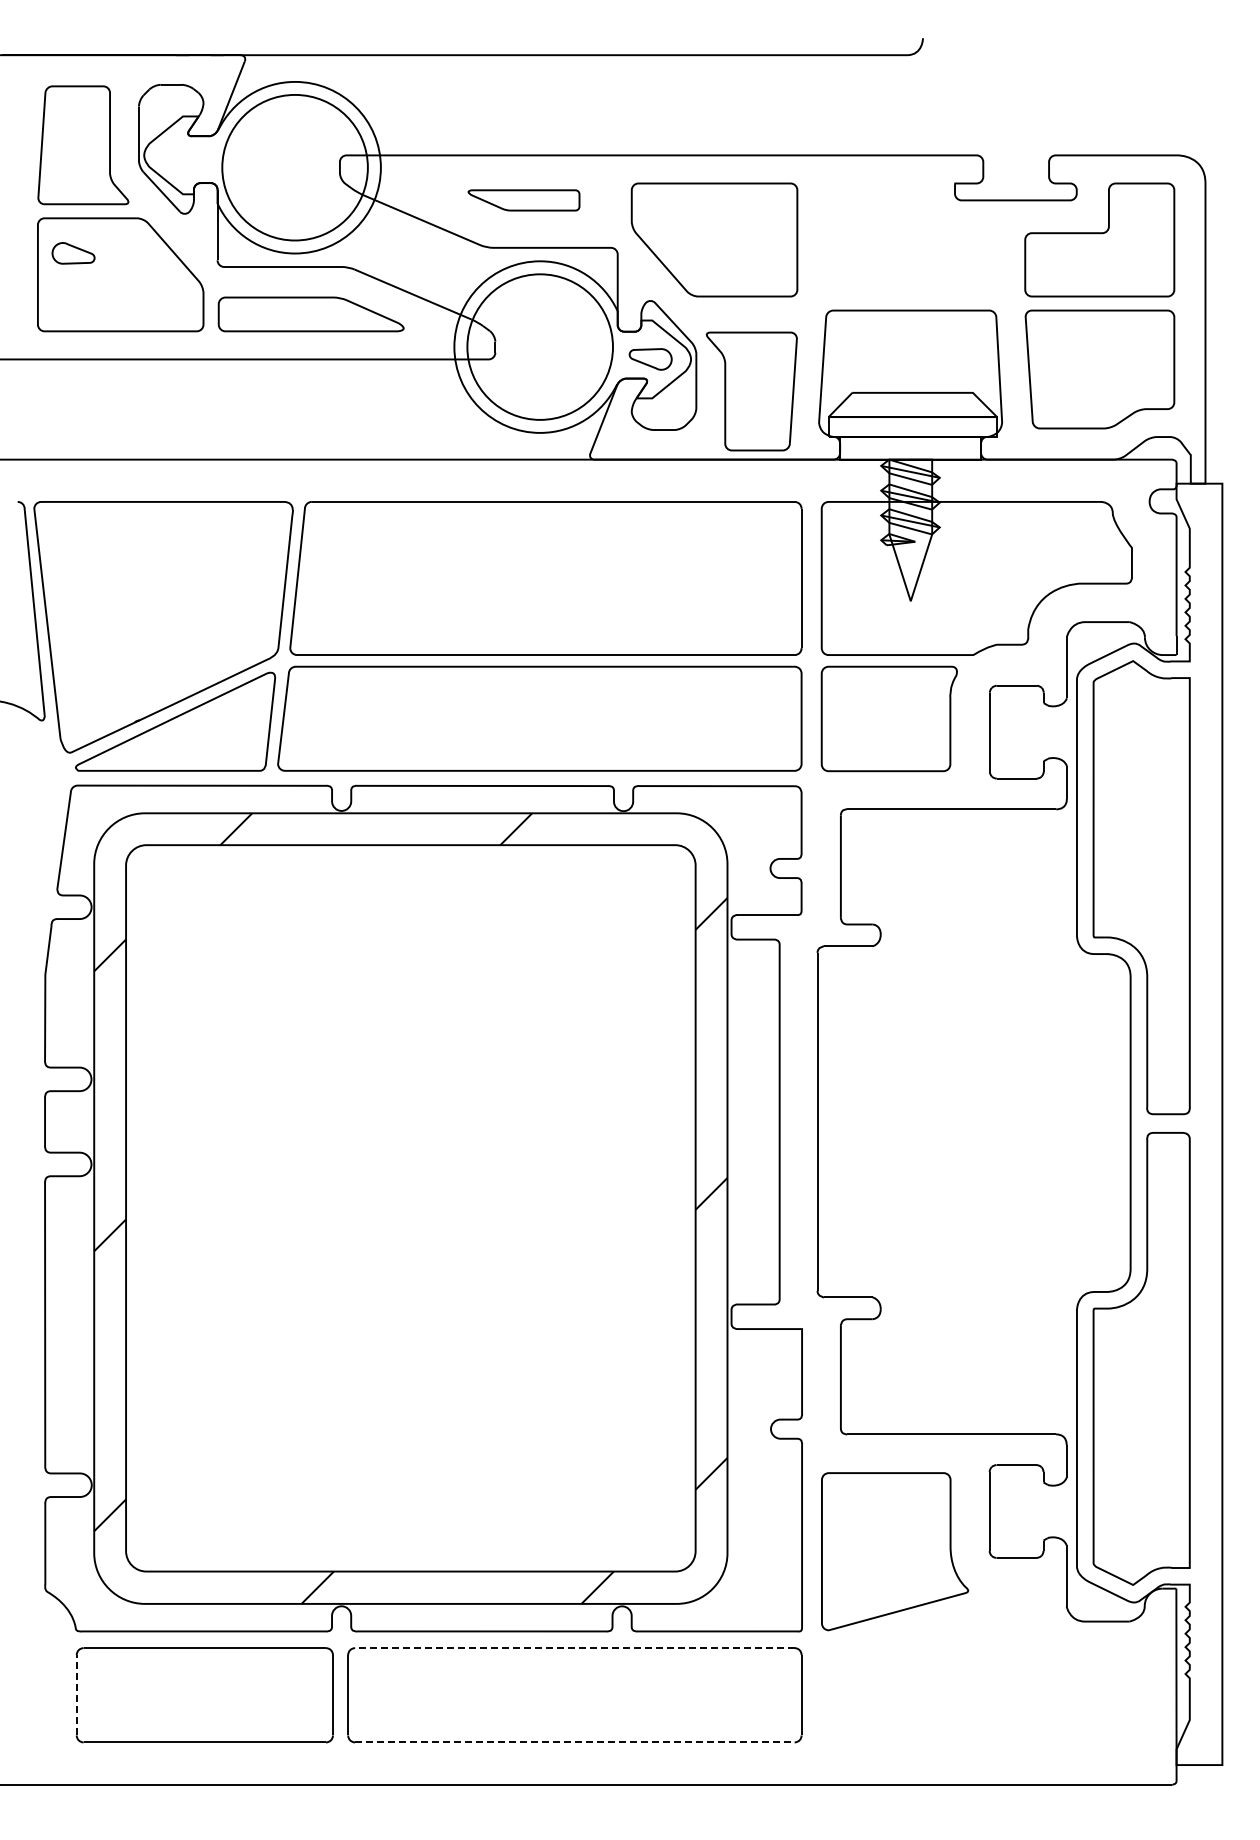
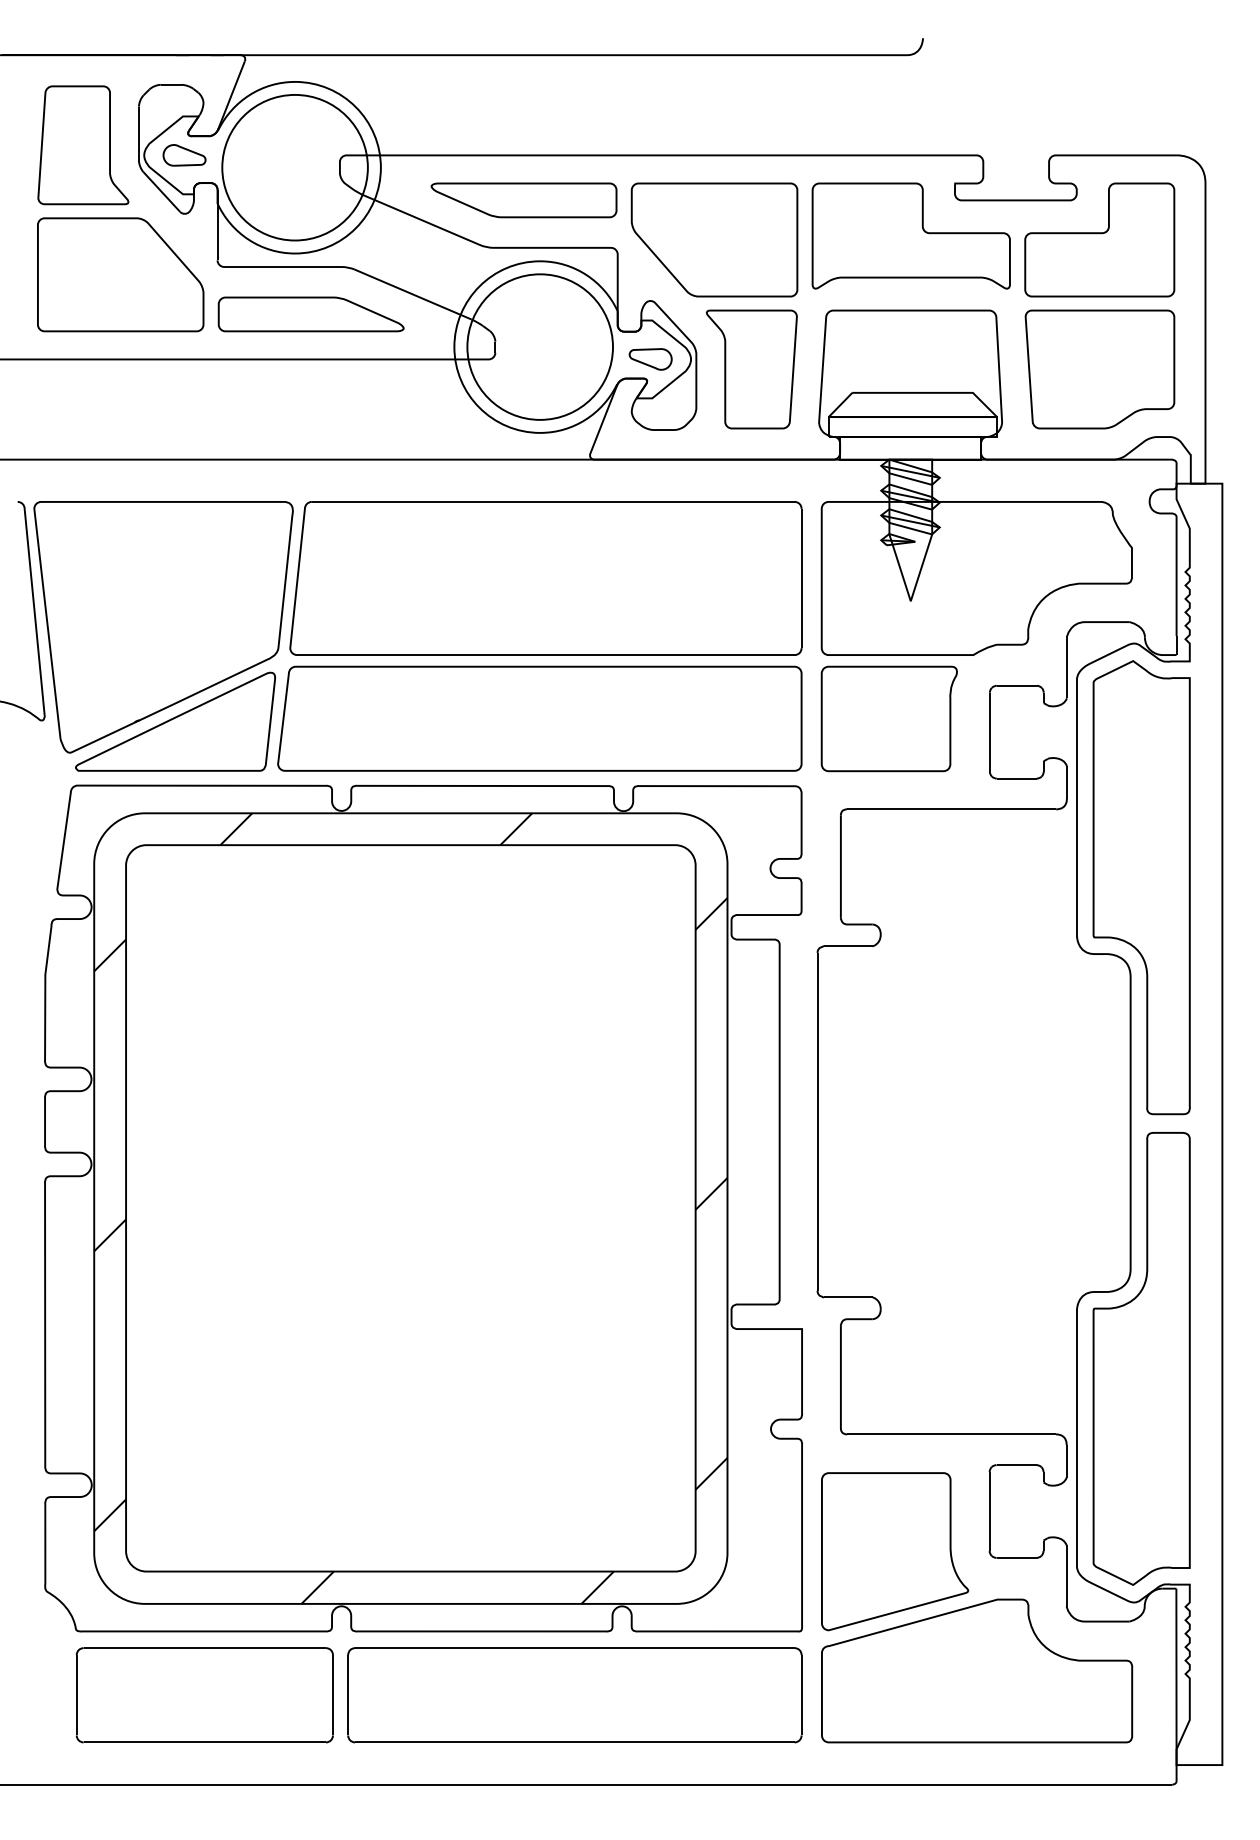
part at (523, 200) size: 114x23 px -> 188x37 px
part at (910, 235): none -> present
part at (73, 253) position: (73, 253) -> (184, 155)
part at (751, 391) position: (751, 391) -> (751, 369)
line at (574, 1648): dashed -> solid
part at (977, 1670): none -> present
line at (76, 1694): dashed -> solid
line at (574, 1742): dashed -> solid
